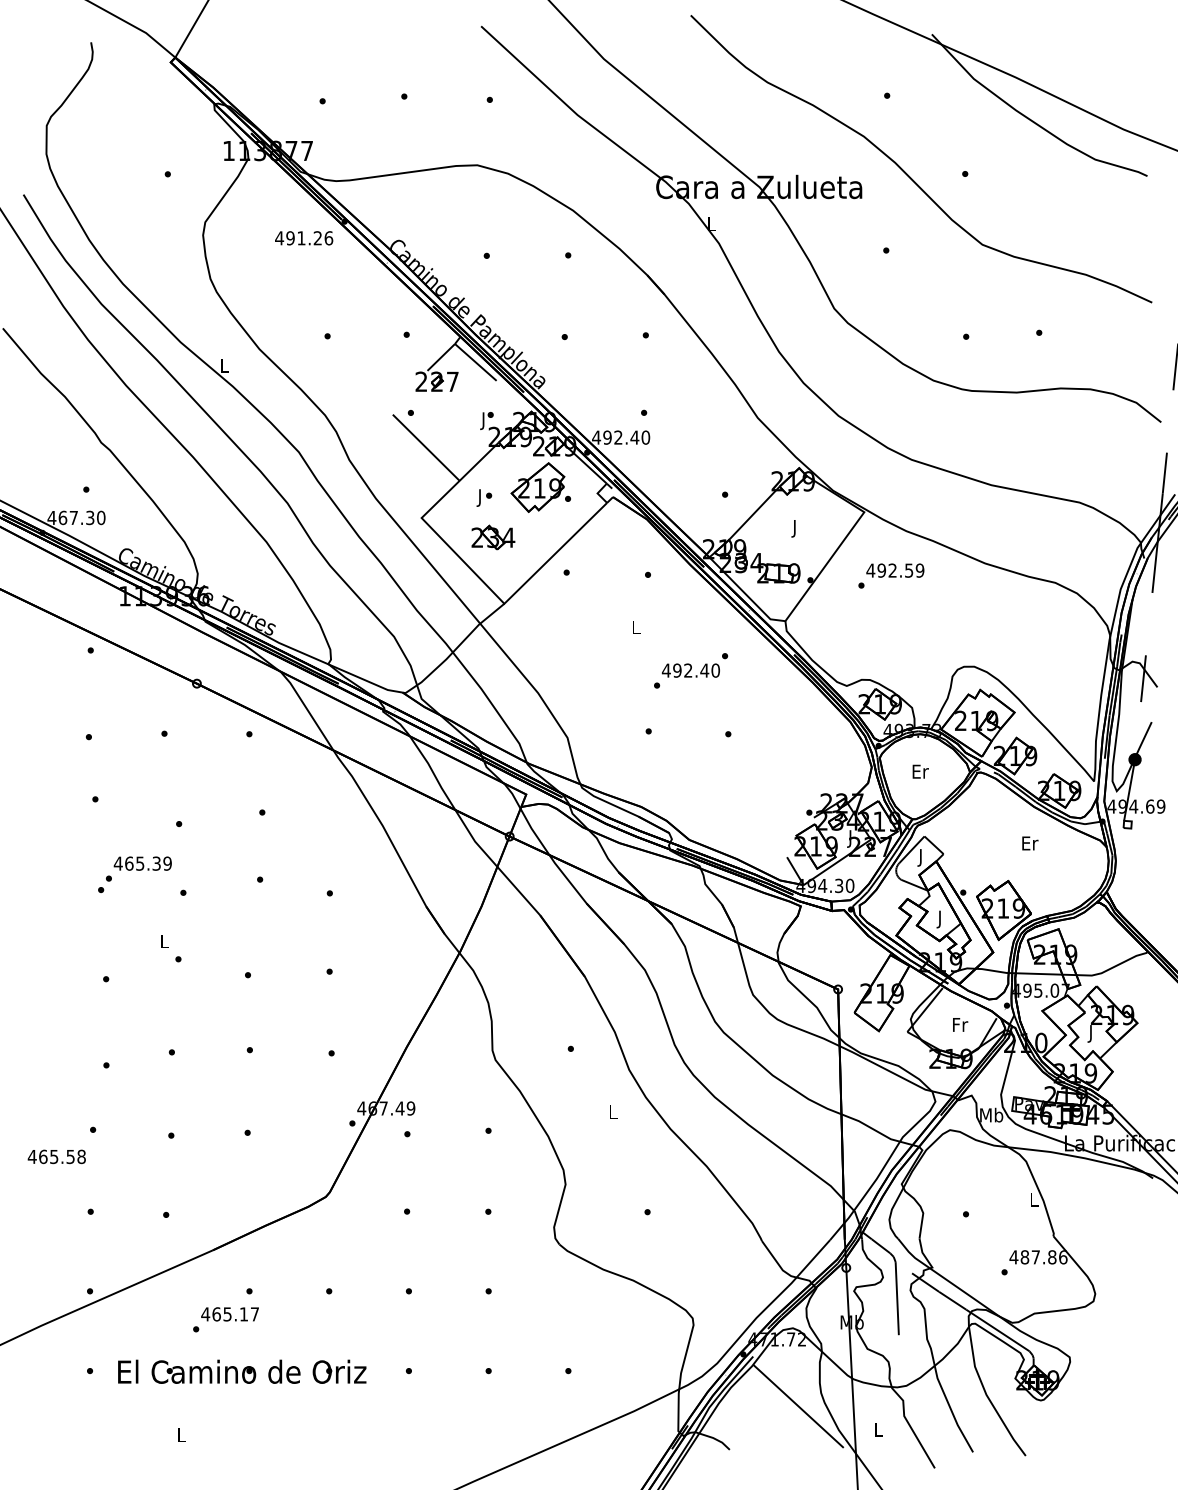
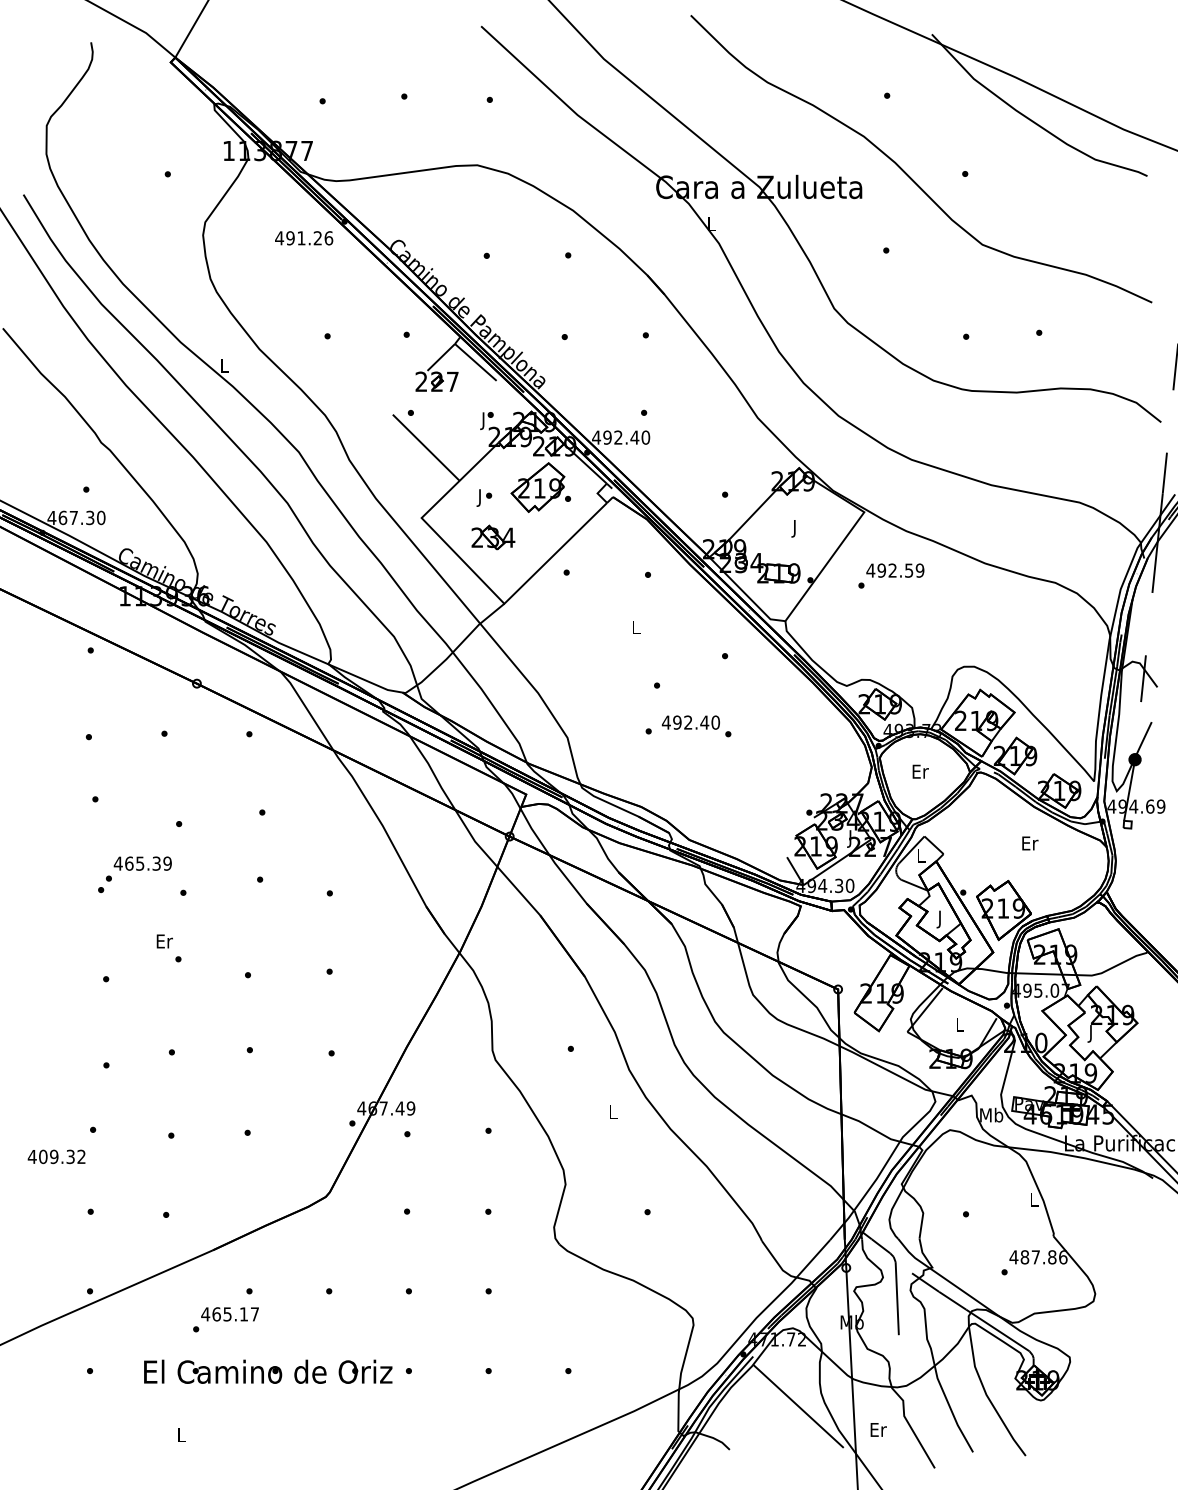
text at (690, 670) position: (690, 670) -> (690, 722)
text at (921, 857): J -> L
text at (164, 941): L -> Er
text at (960, 1024): Fr -> L
text at (62, 1156): 465.58 -> 409.32
text at (242, 1371) position: (242, 1371) -> (268, 1371)
text at (878, 1429): L -> Er
